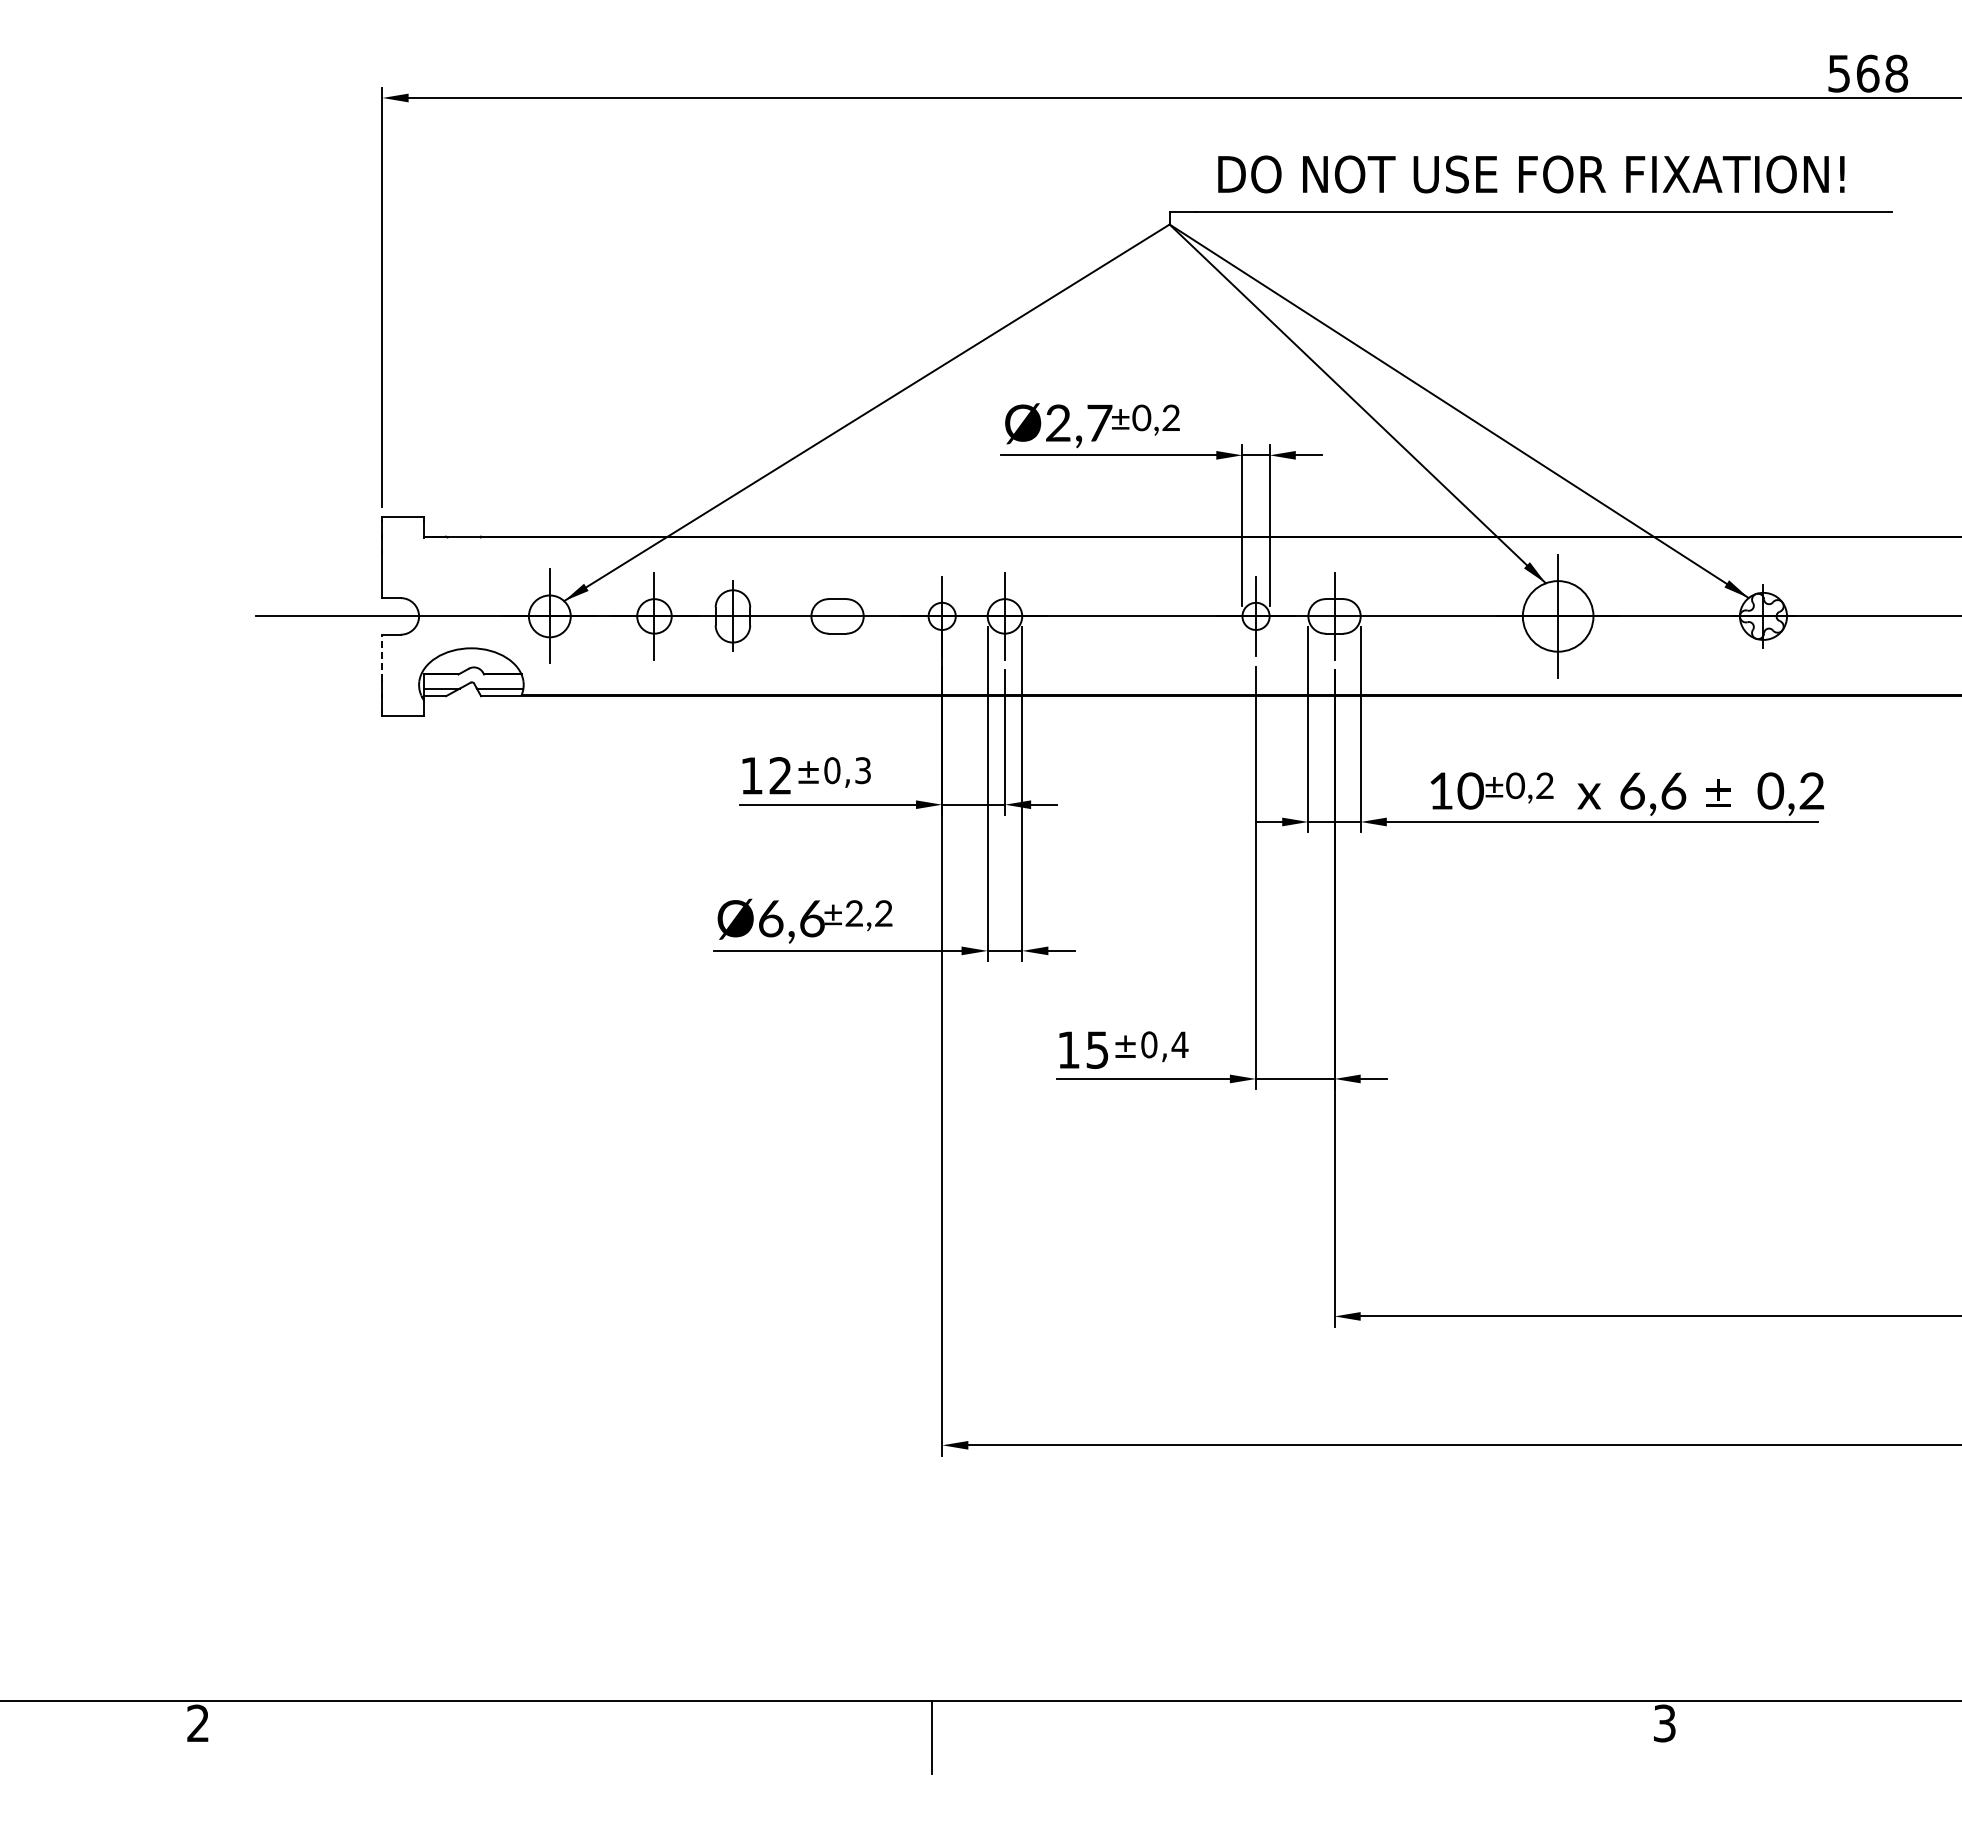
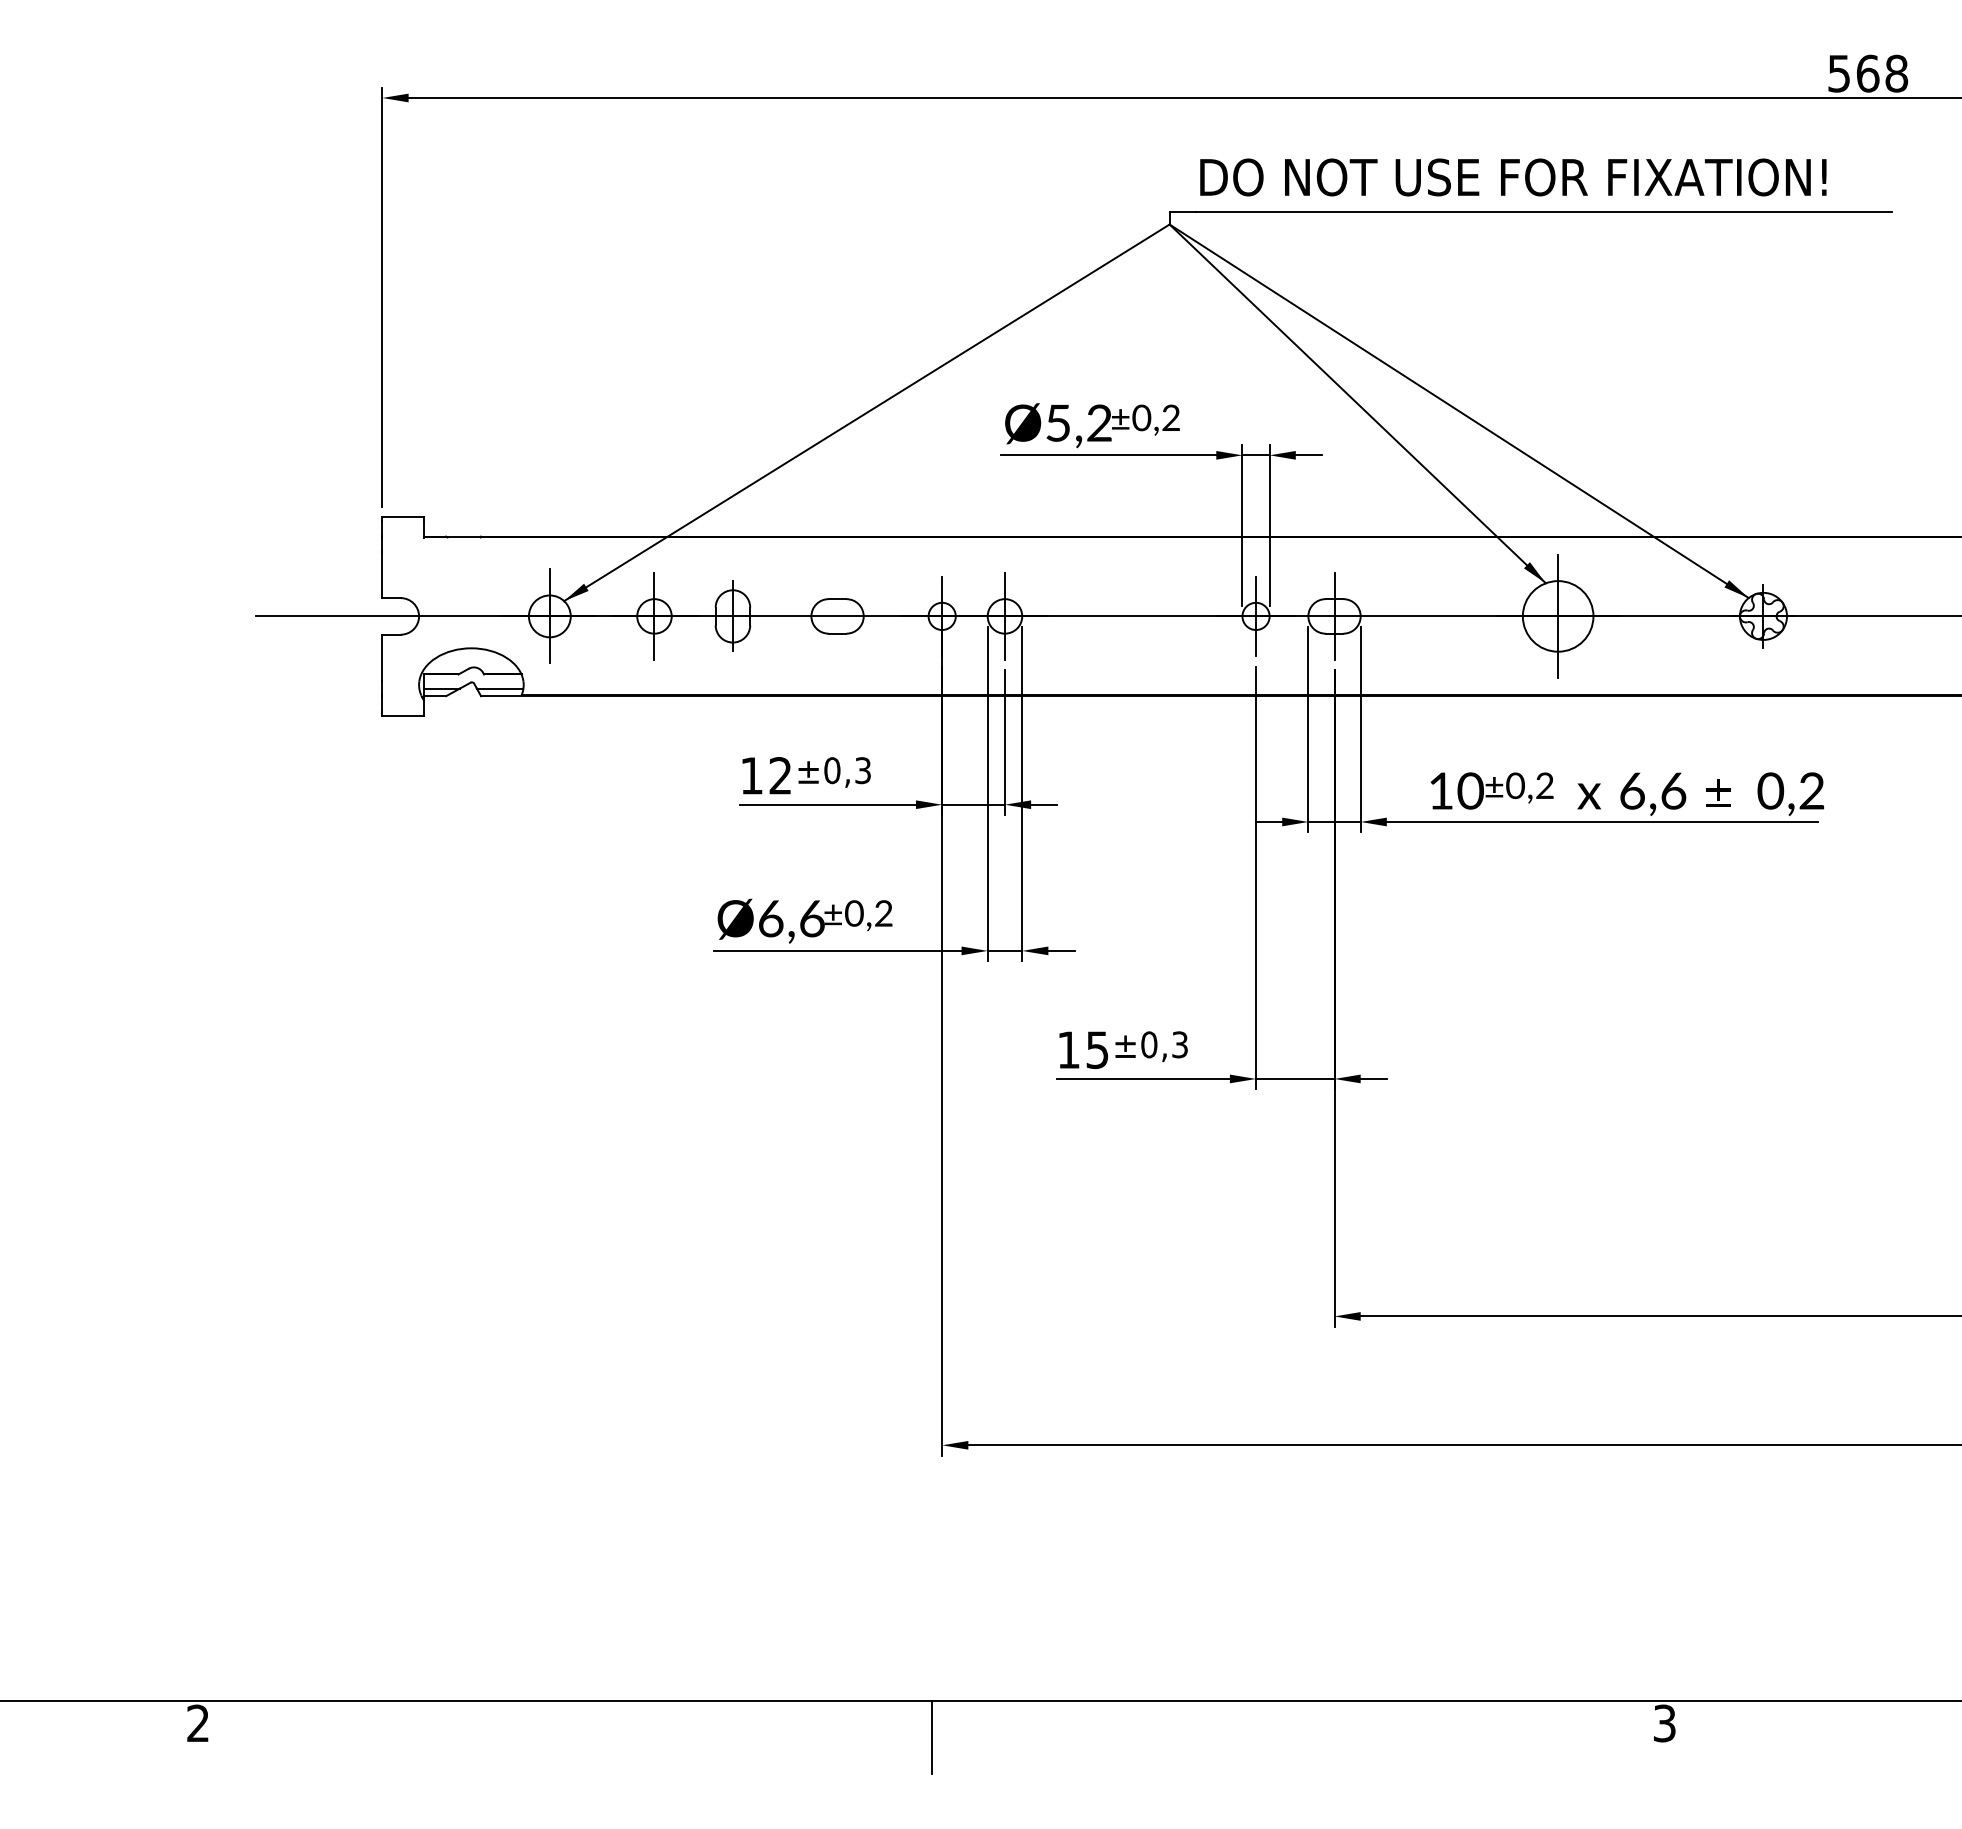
text at (1531, 174) position: (1531, 174) -> (1513, 177)
text at (1079, 422): Ø2,7 -> Ø5,2
line at (382, 657): dashed -> solid
text at (854, 913): ±2,2 -> ±0,2
text at (1179, 1044): ±0,4 -> ±0,3
